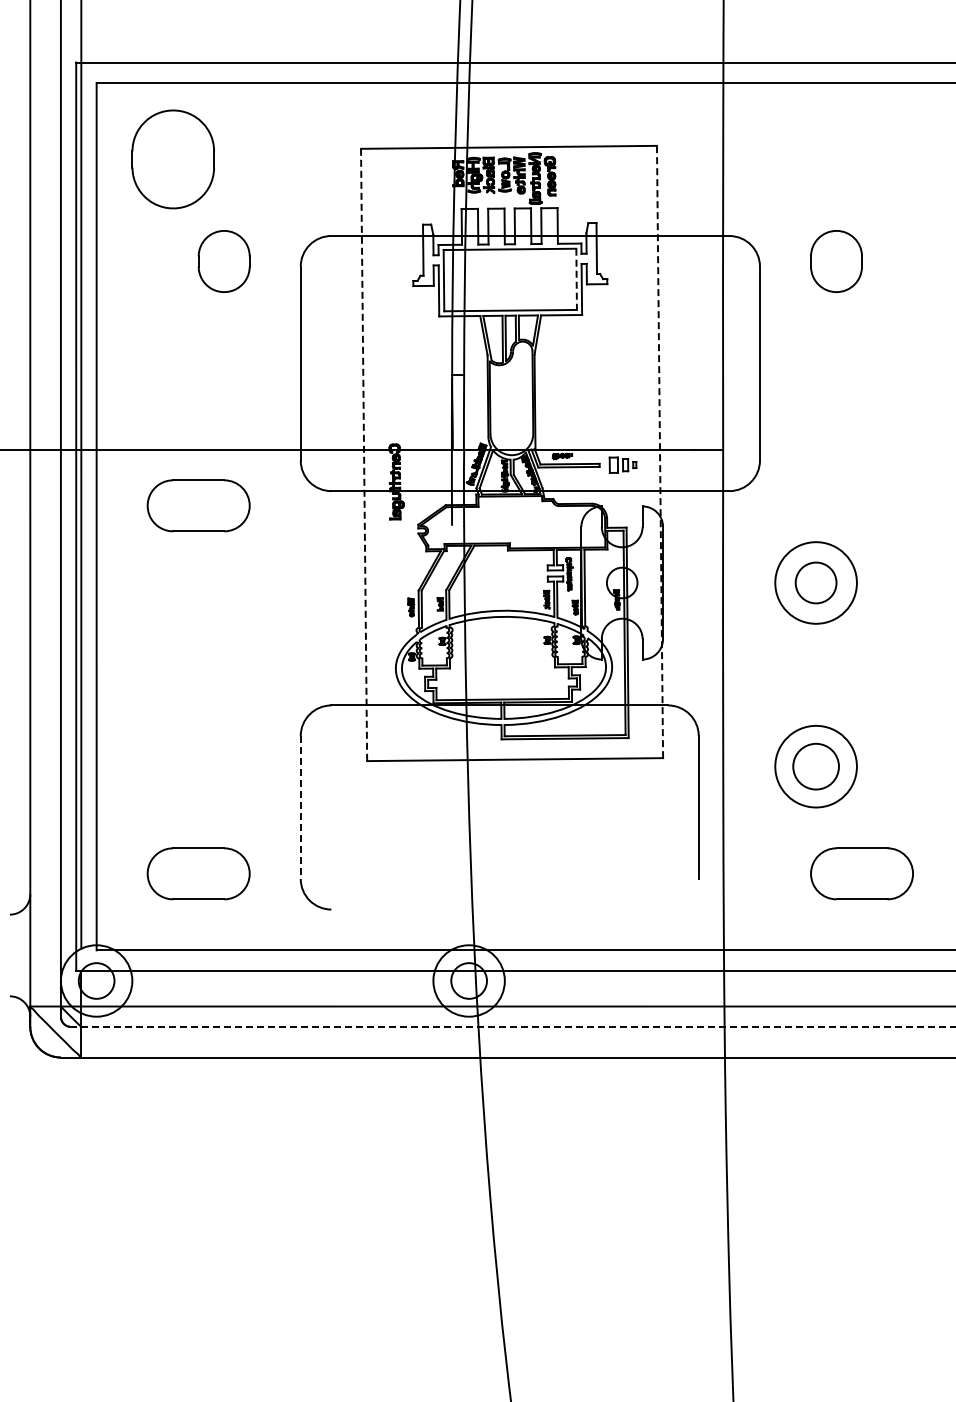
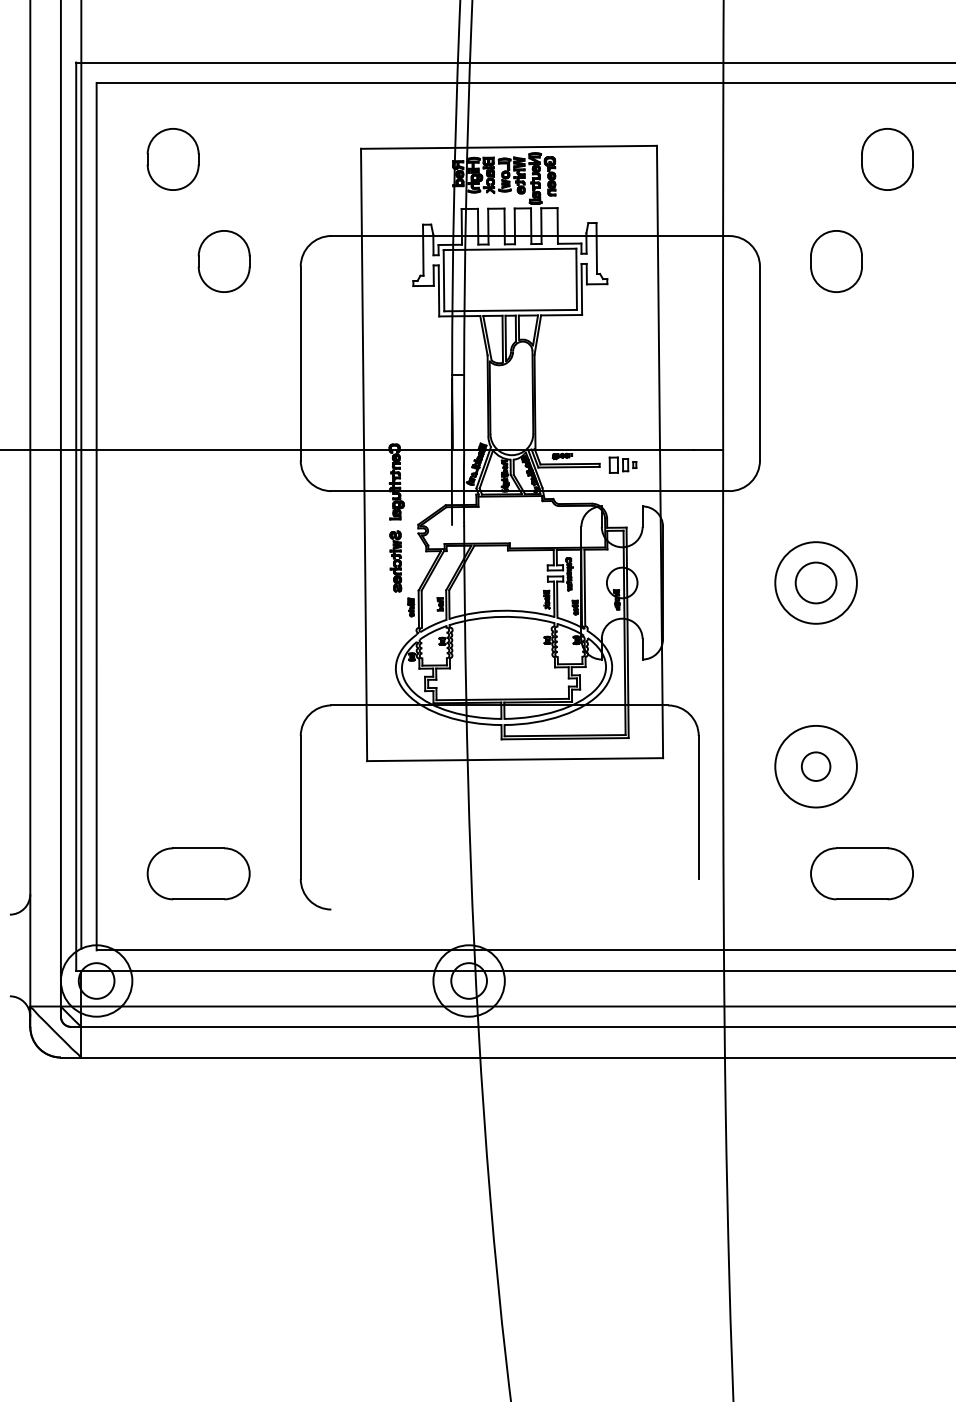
part at (172, 159) size: 84x101 px -> 54x63 px
part at (887, 159): none -> present
line at (576, 279): dashed -> solid
line at (660, 451): dashed -> solid
line at (364, 455): dashed -> solid
part at (198, 505): present -> none
part at (395, 561): none -> present
circle at (815, 766) diameter: 46 px -> 29 px
line at (300, 808): dashed -> solid
line at (512, 1026): dashed -> solid
